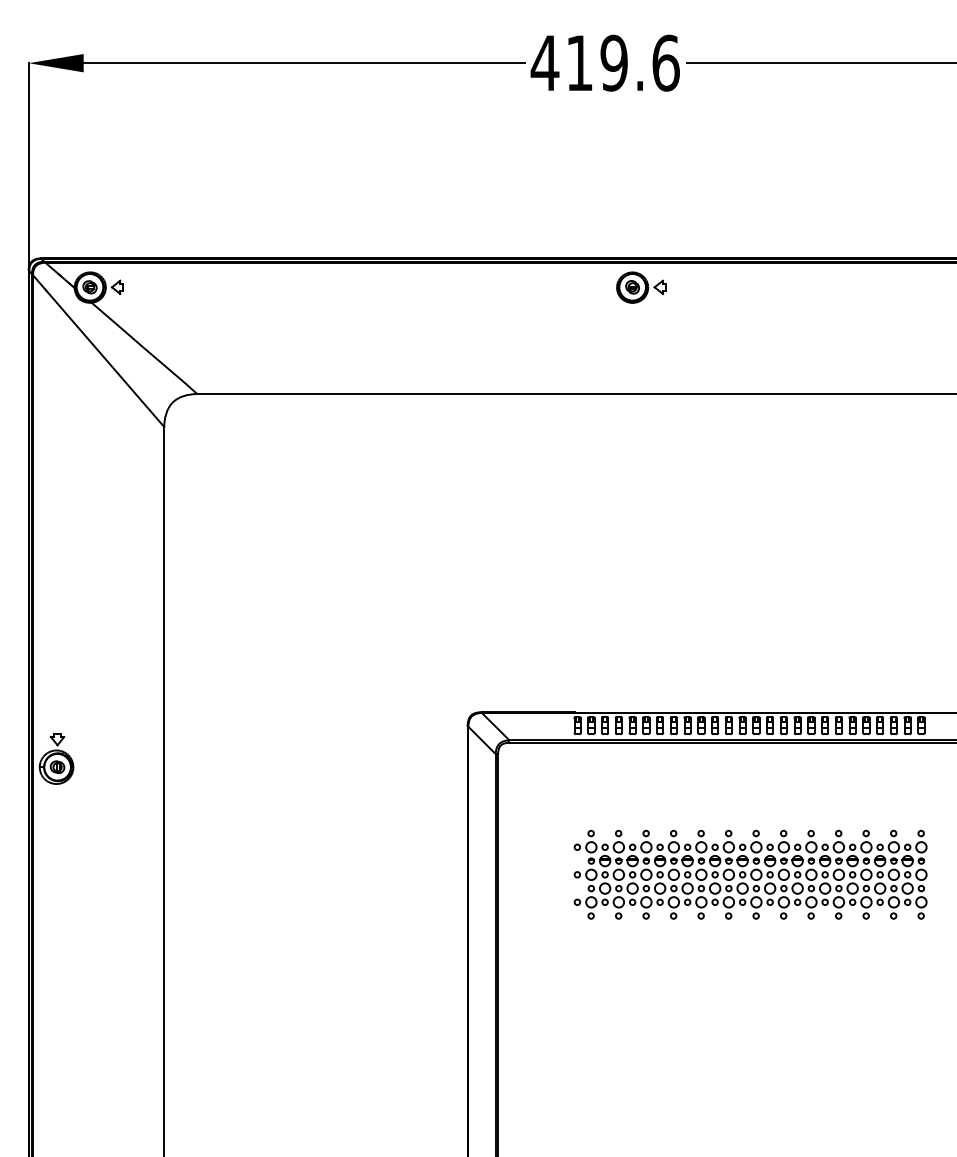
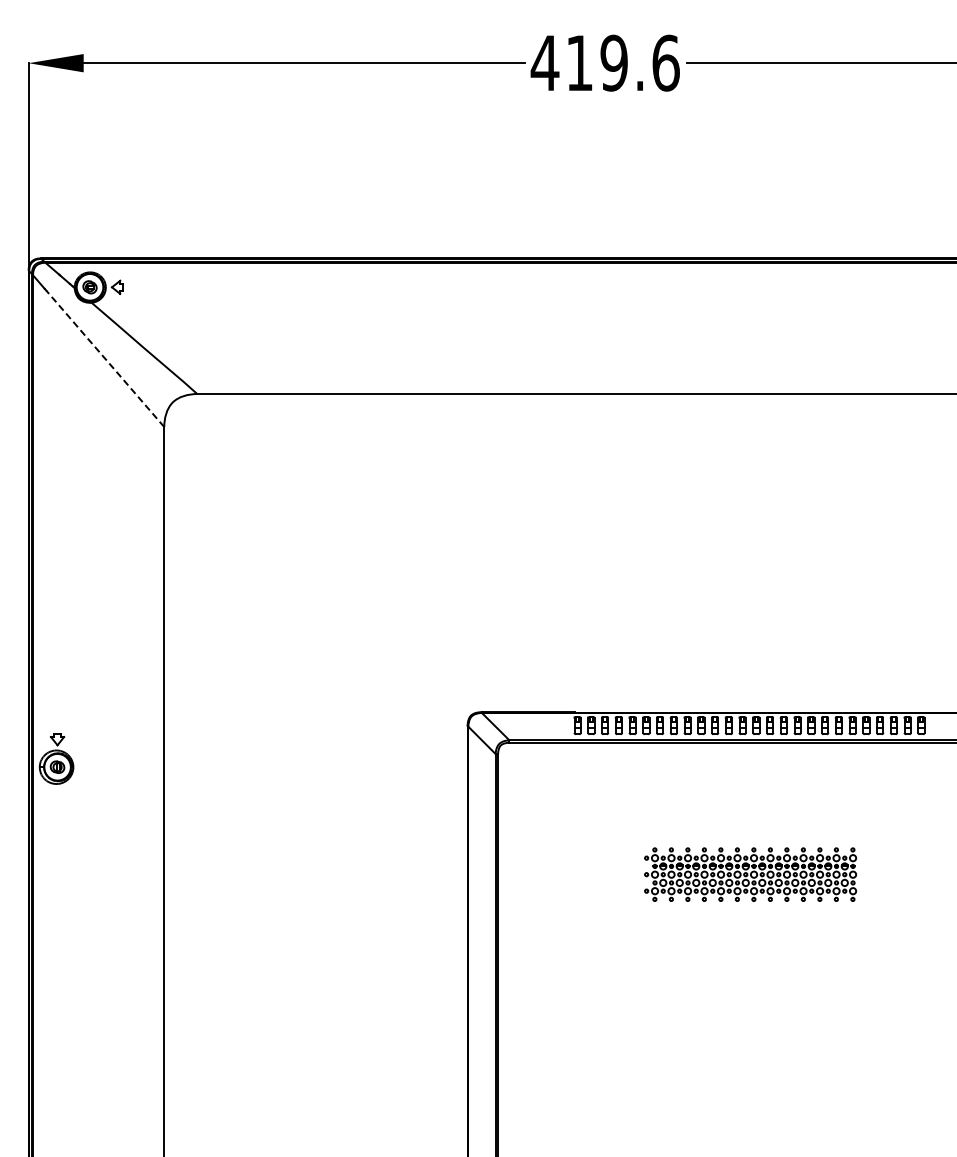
part at (641, 287): present -> none
line at (105, 358): solid -> dashed
part at (750, 874) size: 355x91 px -> 214x55 px
